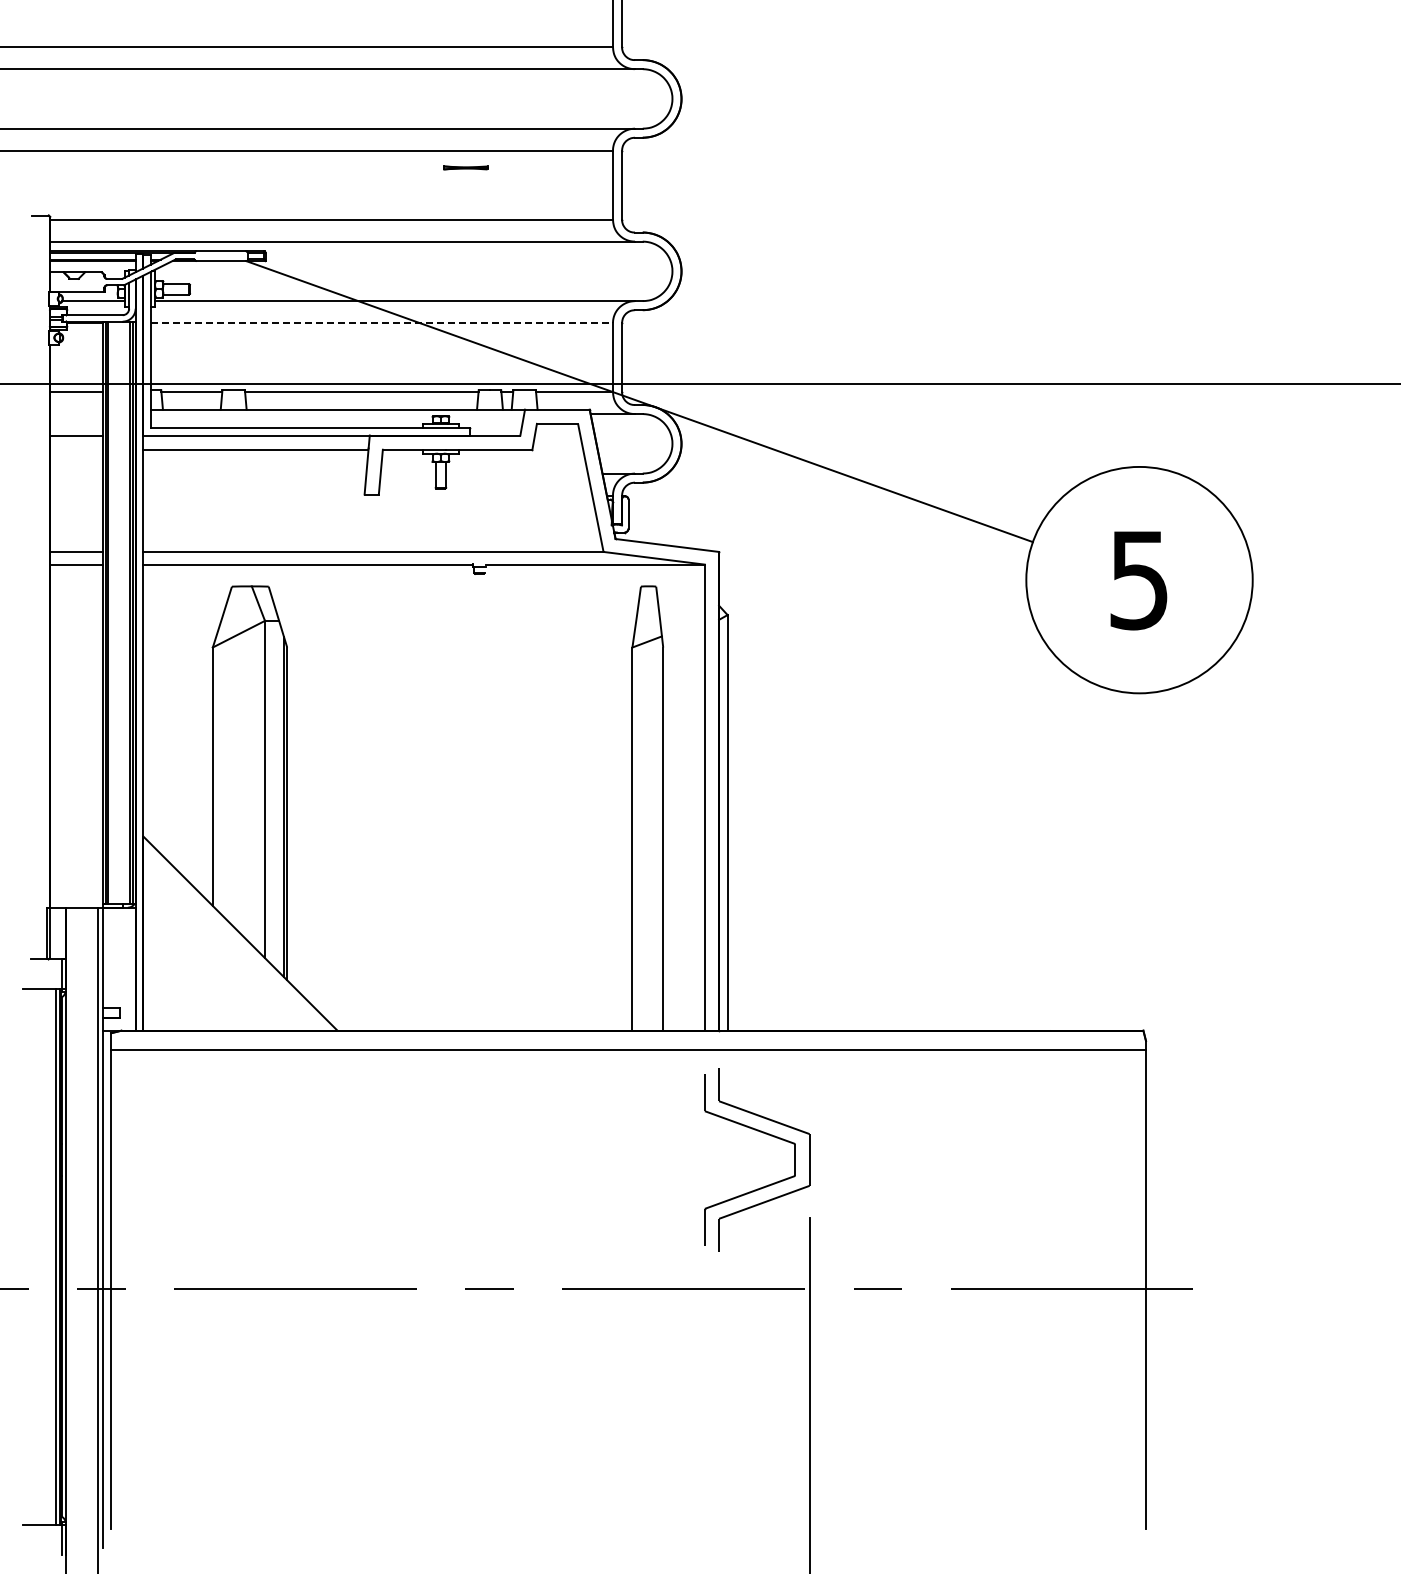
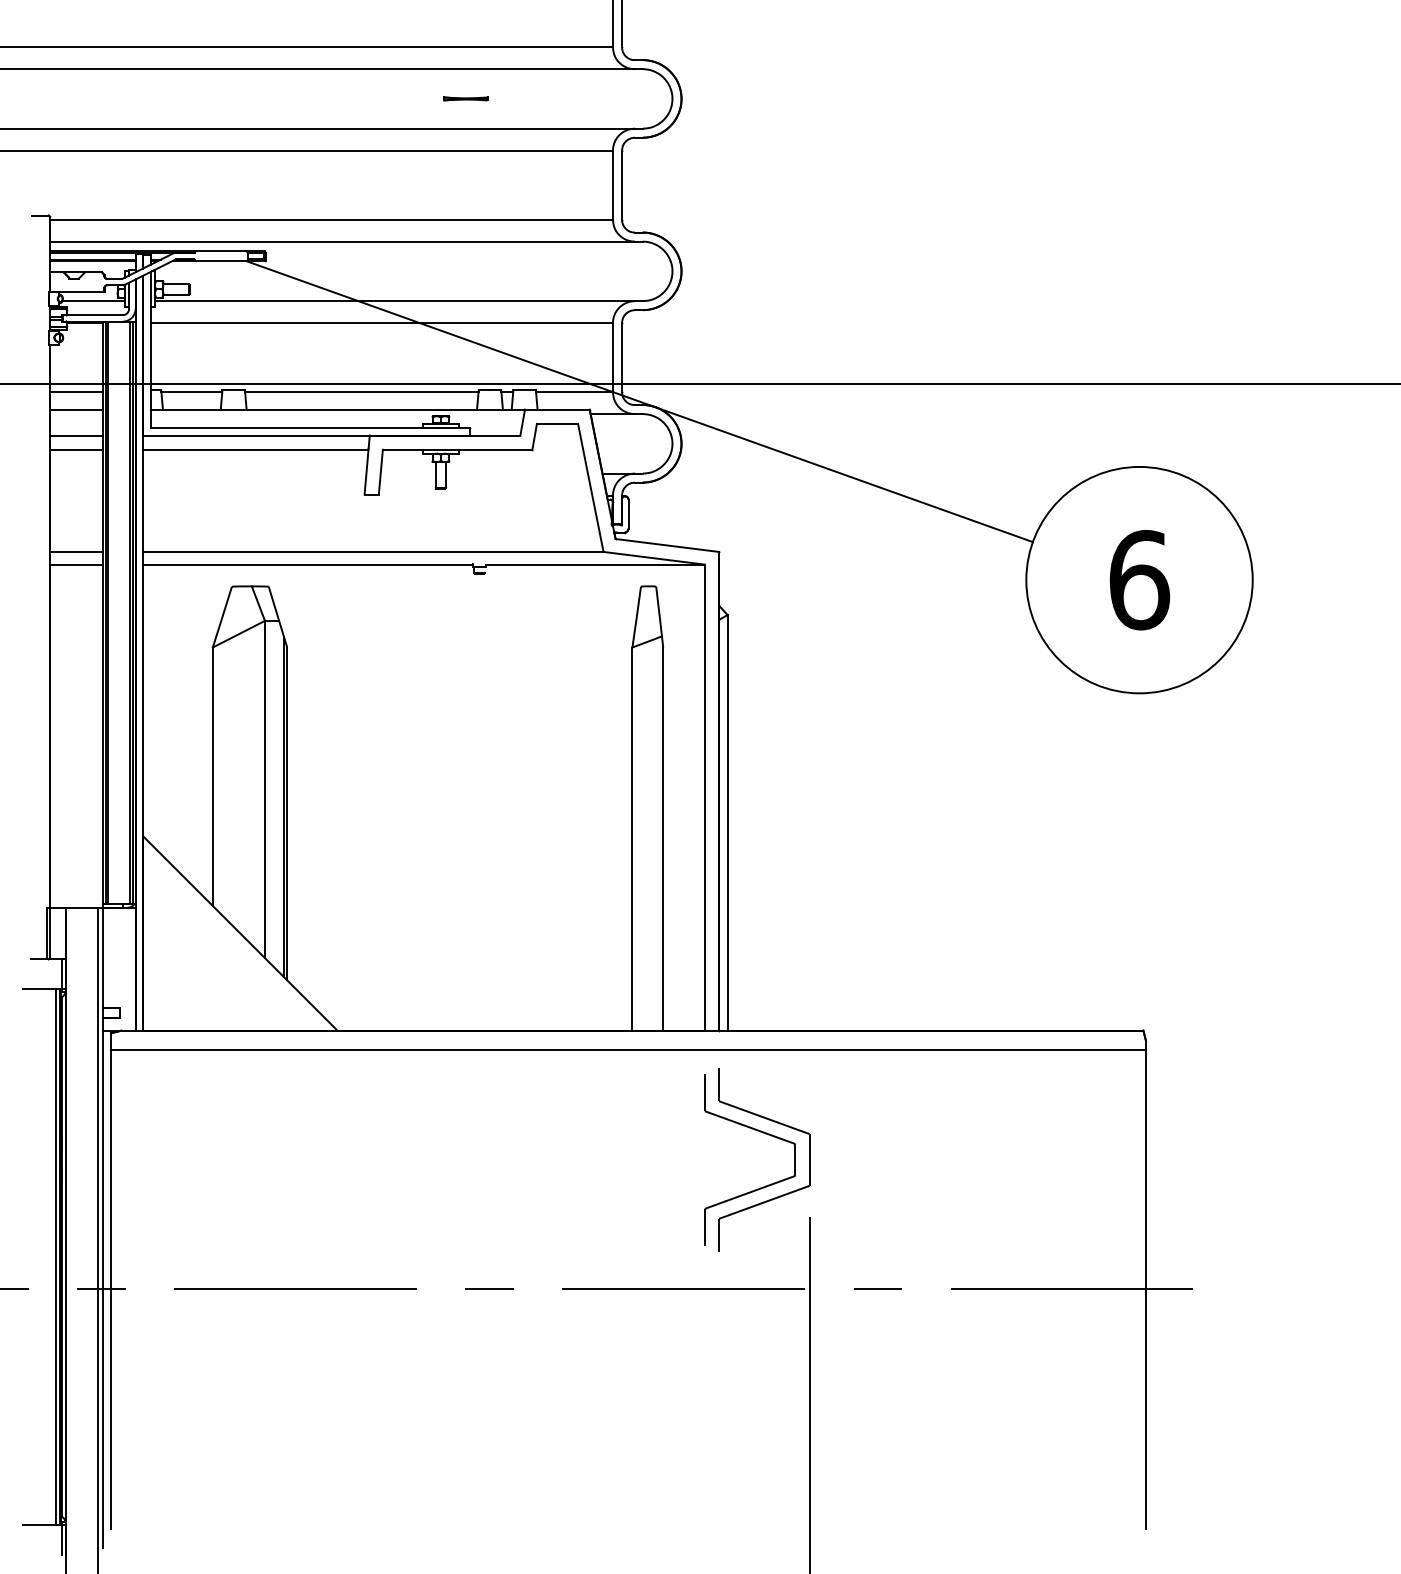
part at (465, 167) position: (465, 167) -> (465, 98)
line at (382, 323): dashed -> solid
line at (76, 409): none -> present
line at (76, 449): none -> present
text at (1139, 580): 5 -> 6
